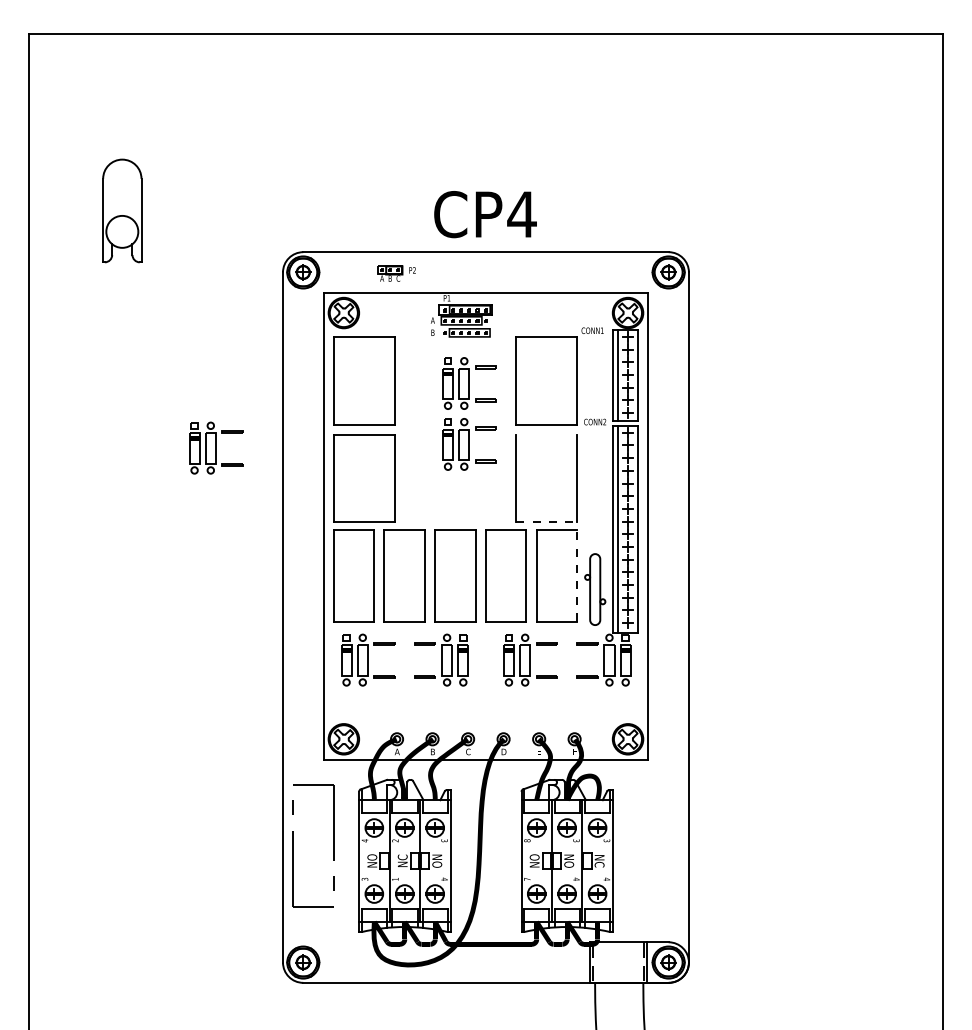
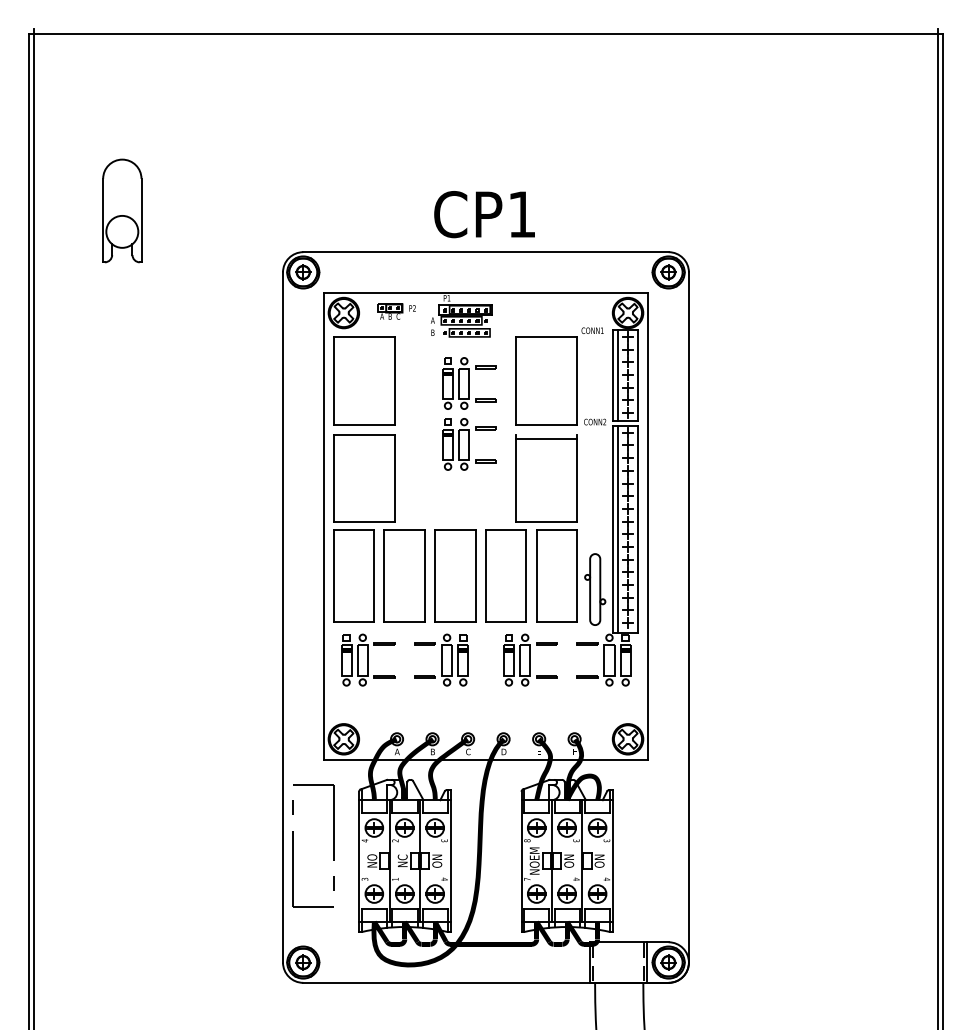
text at (521, 214): CP4 -> CP1
part at (396, 273) position: (396, 273) -> (396, 311)
line at (546, 438): none -> present
part at (216, 447): present -> none
line at (547, 522): dashed -> solid
line at (34, 527): none -> present
line at (937, 527): none -> present
line at (577, 575): dashed -> solid
text at (534, 860): NO -> NOEM
text at (599, 860): NC -> NO
